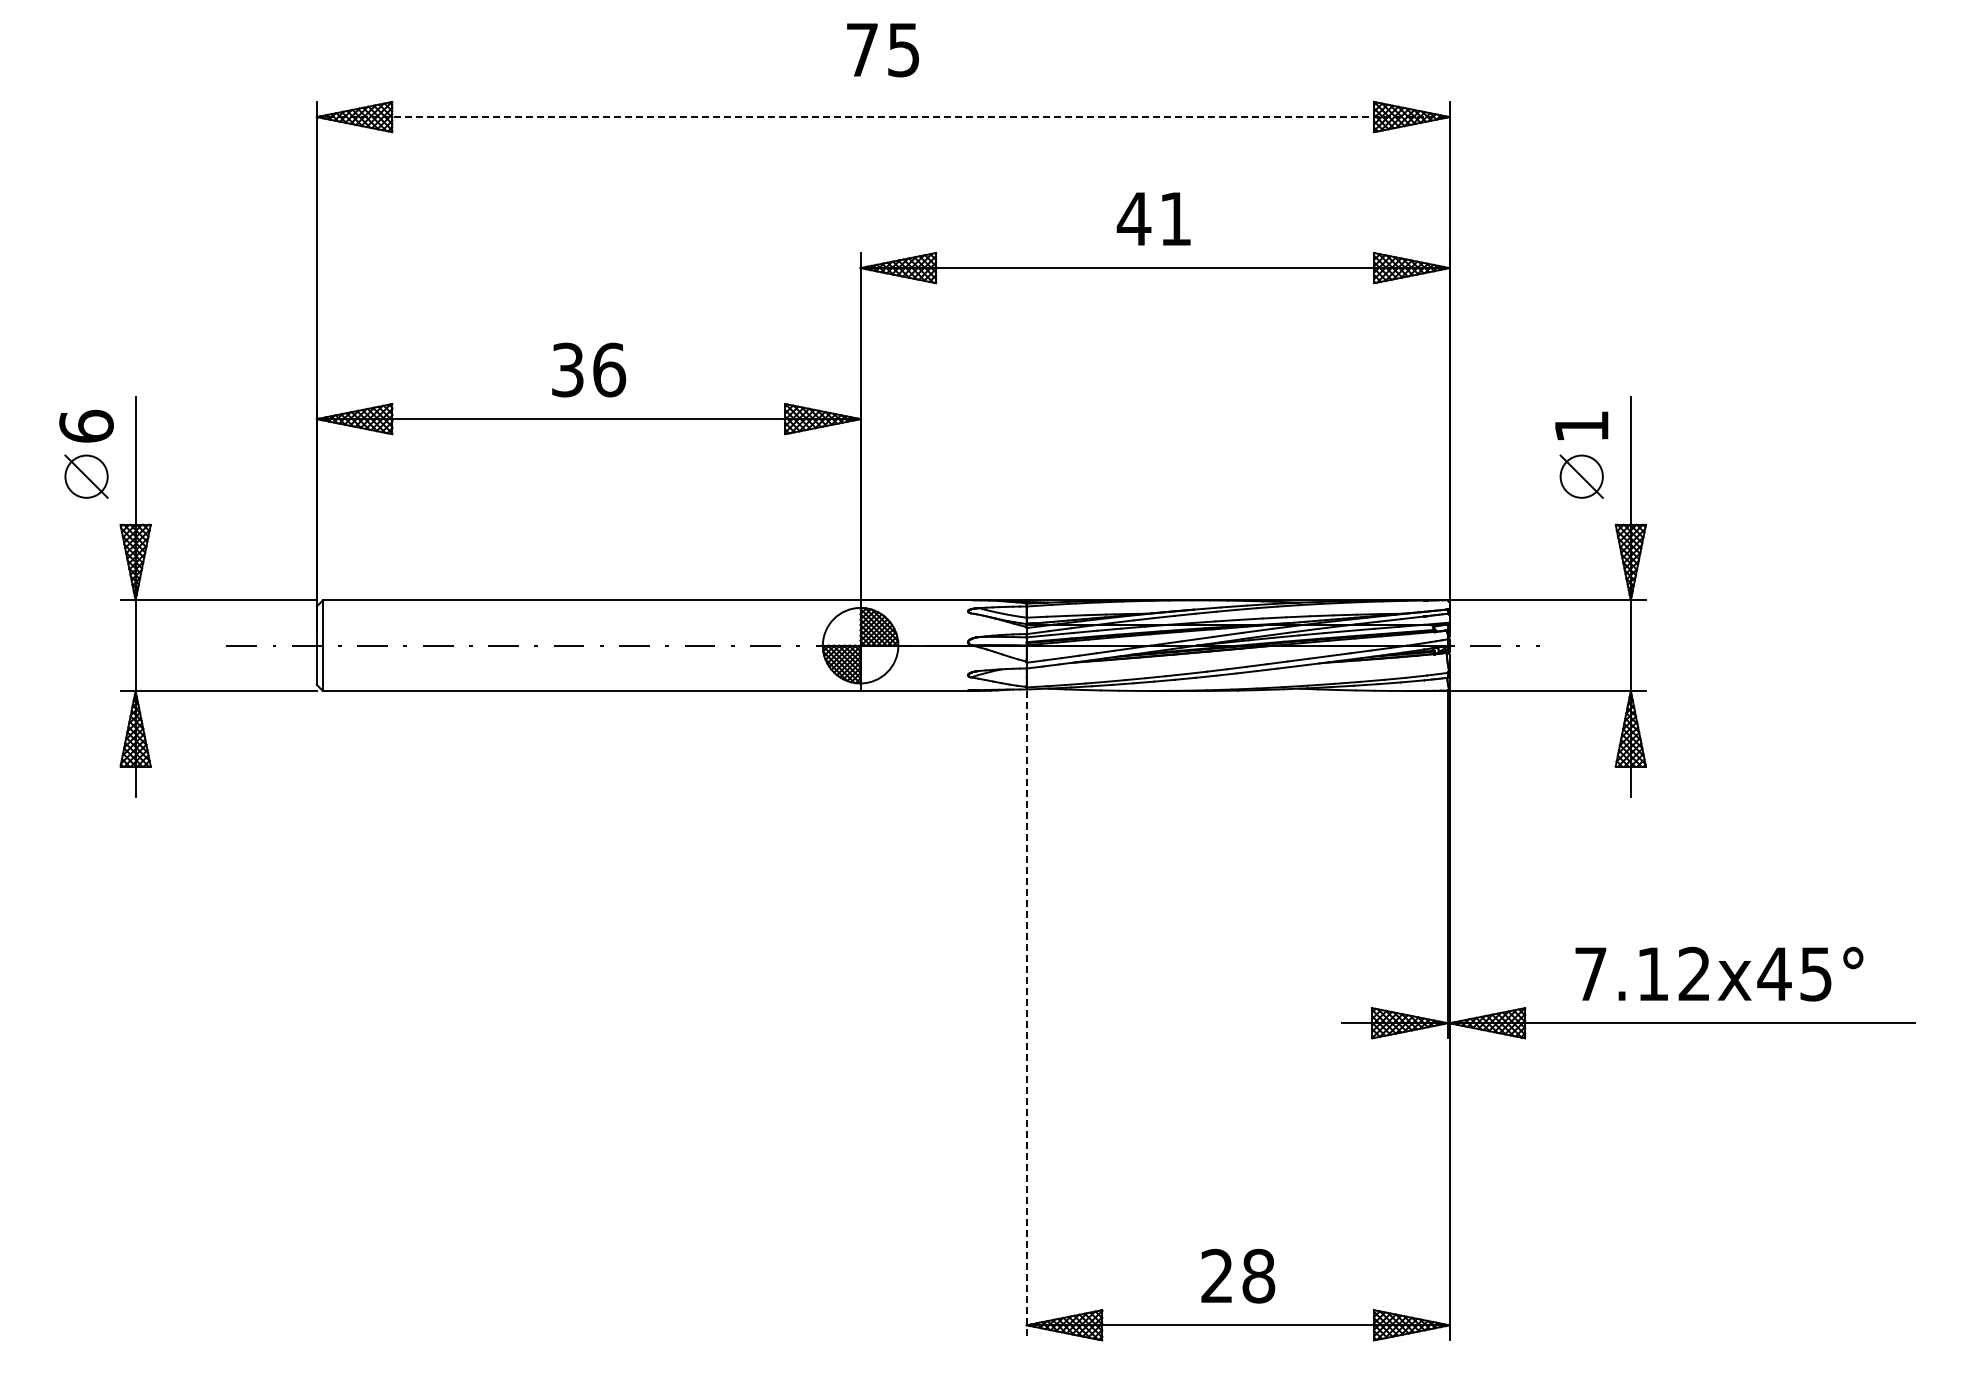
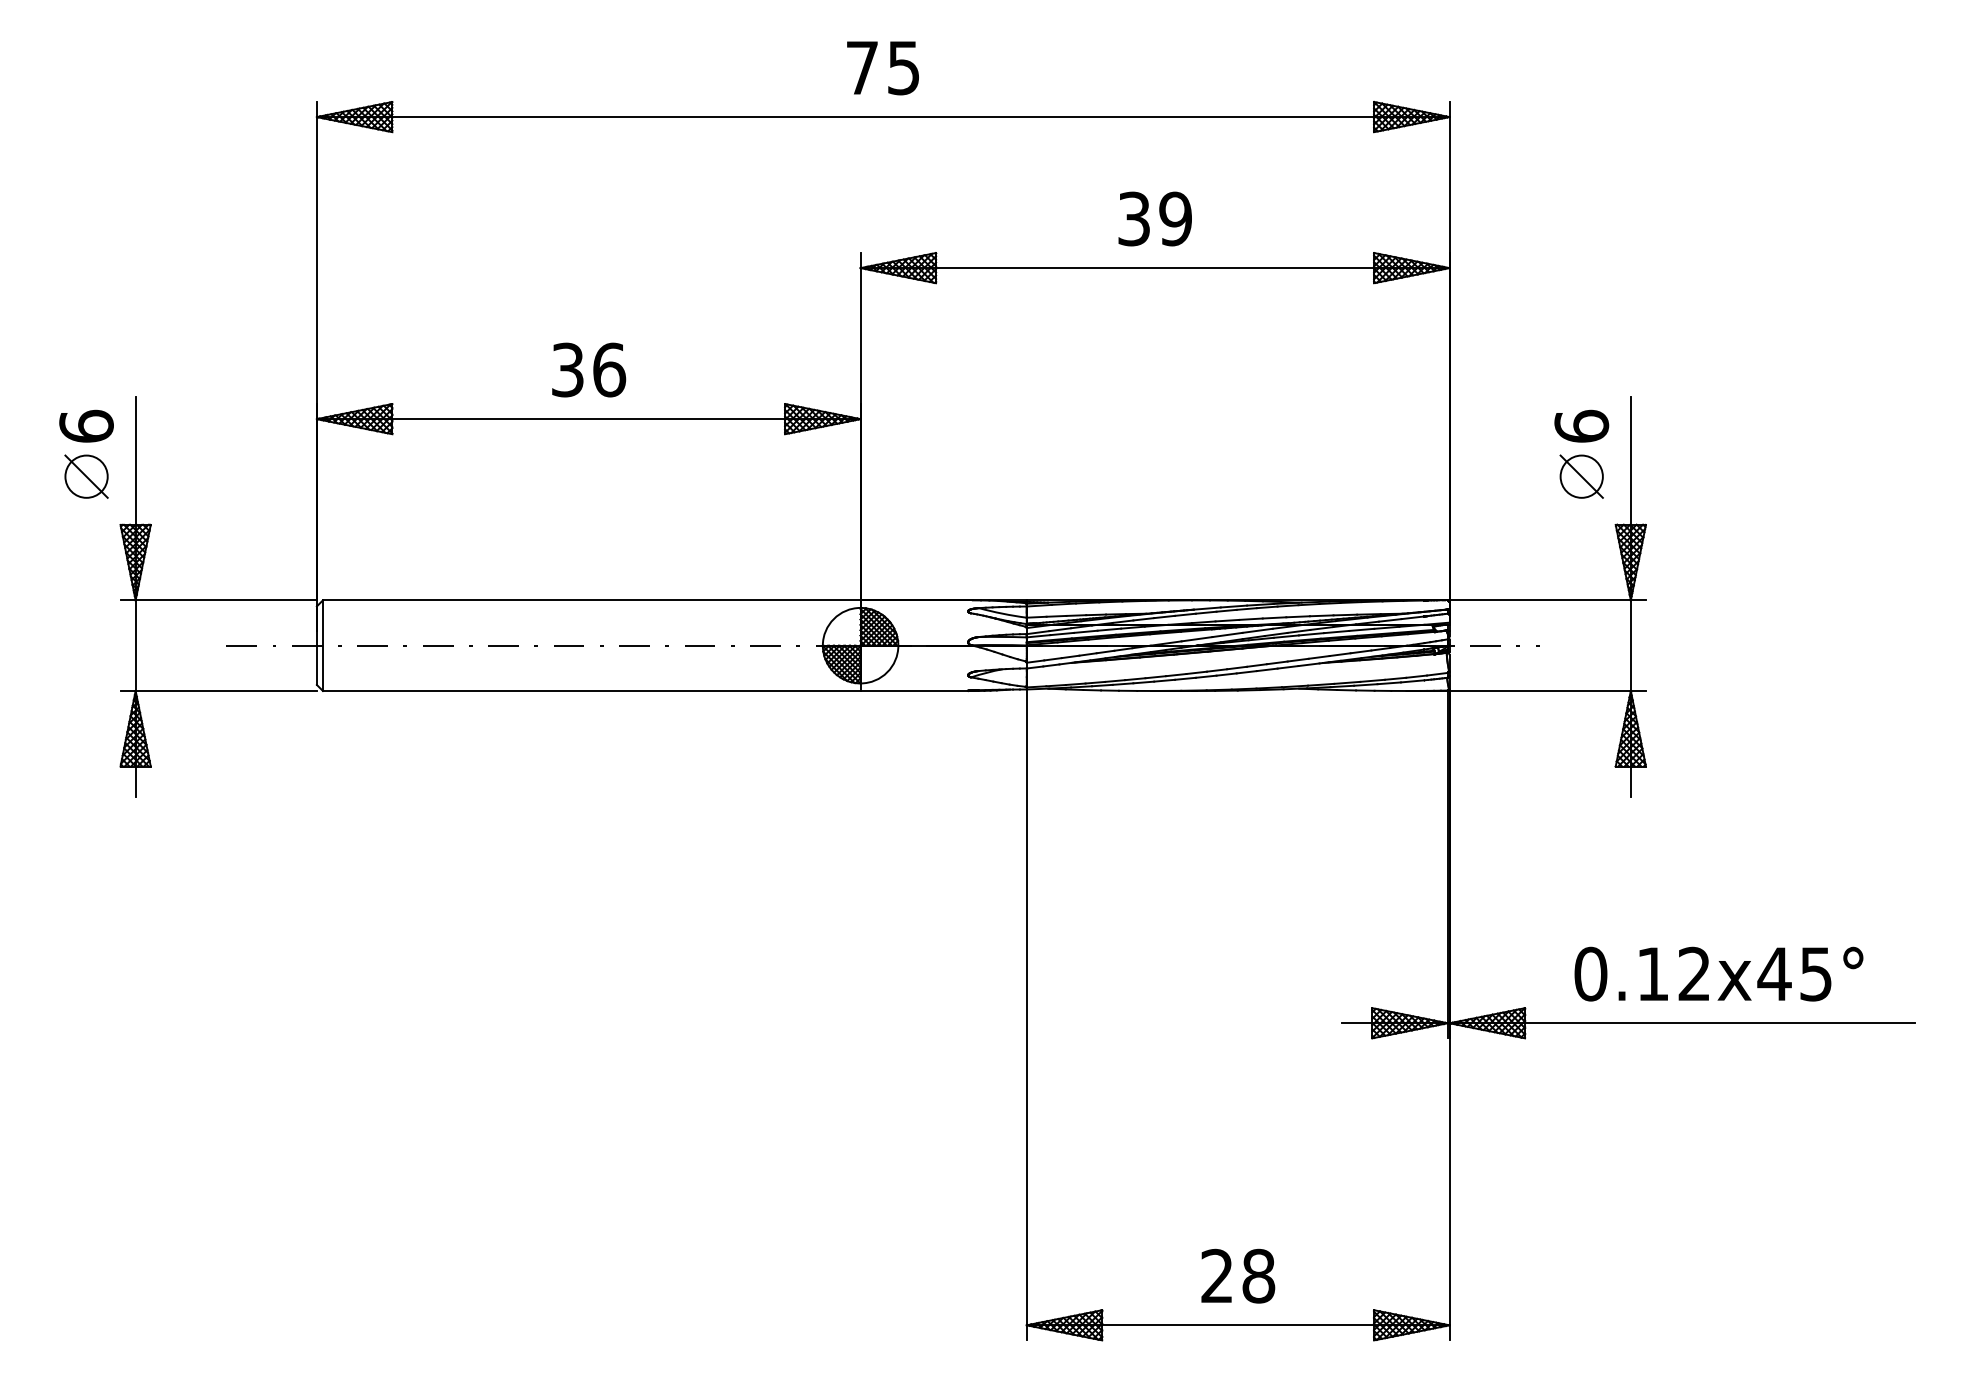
text at (882, 50) position: (882, 50) -> (882, 68)
line at (883, 117): dashed -> solid
text at (1153, 218): 41 -> 39
text at (1581, 425): 1 -> 6
text at (1590, 973): 7.12x45° -> 0.12x45°
line at (1026, 1015): dashed -> solid
